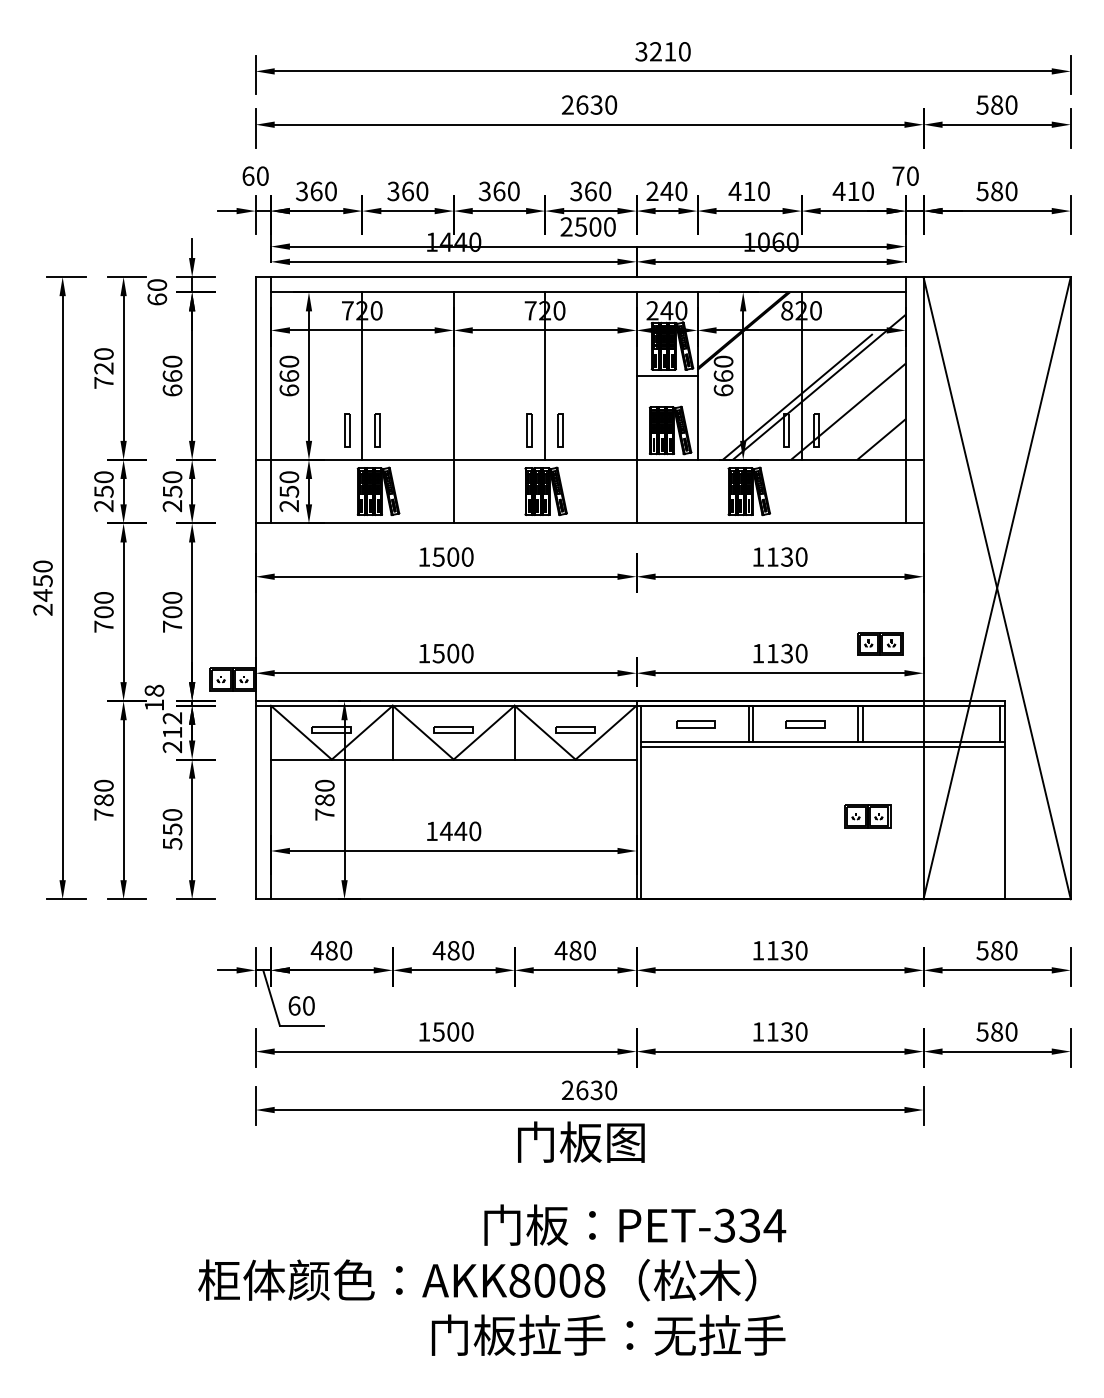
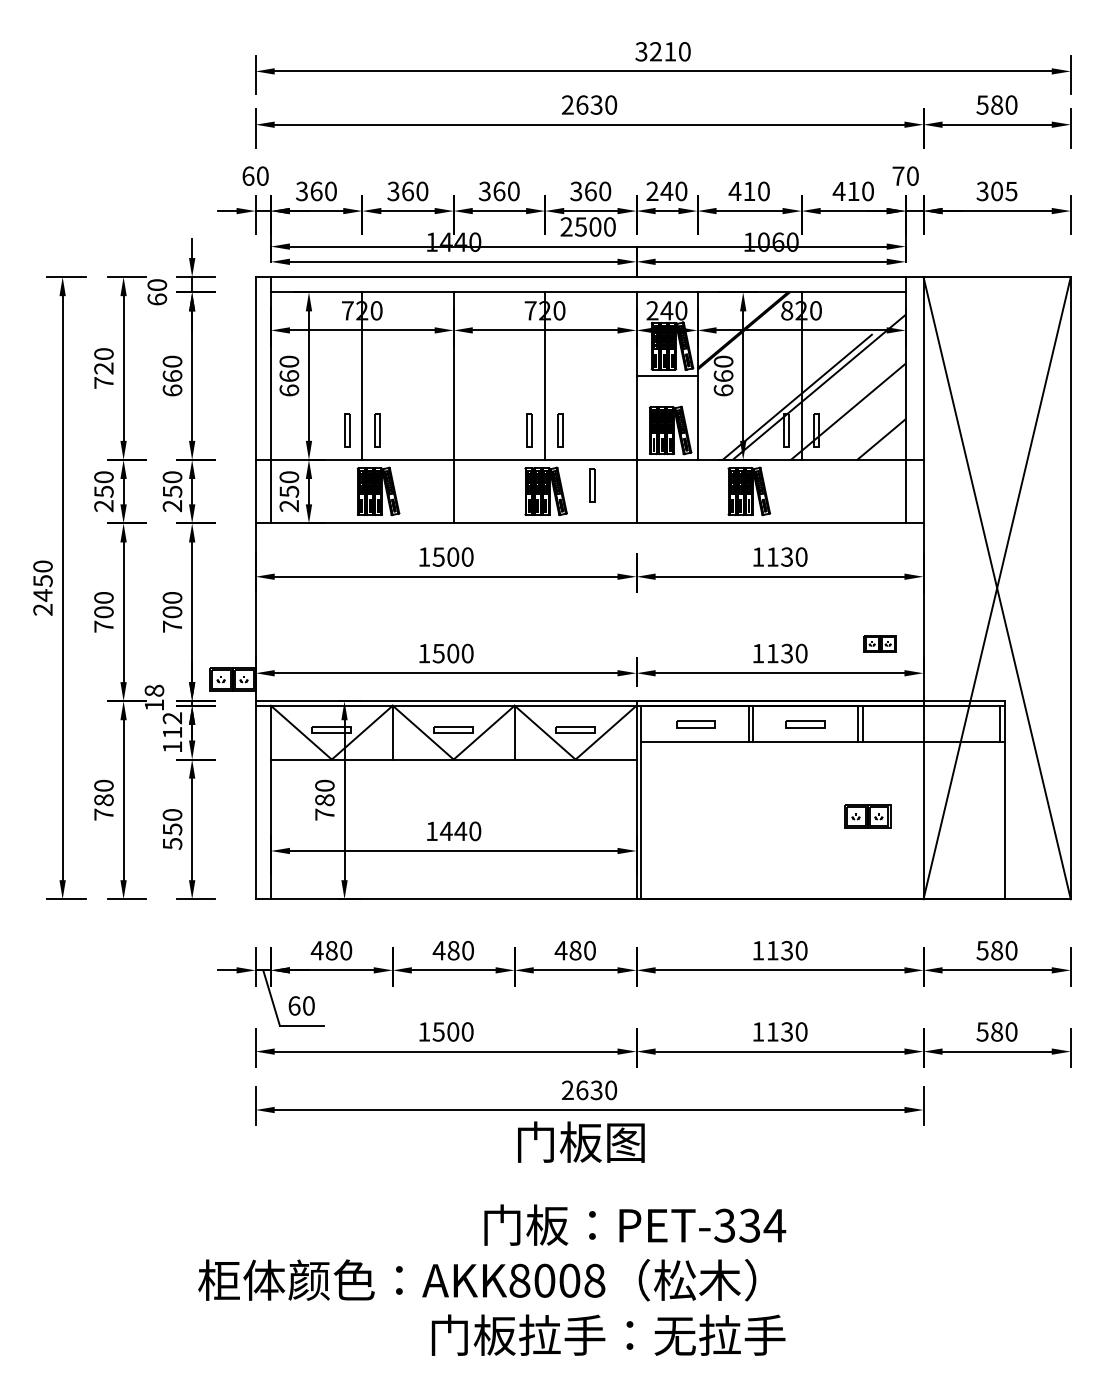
text at (997, 191): 580 -> 305
part at (592, 485): none -> present
part at (880, 643) size: 47x24 px -> 34x18 px
line at (822, 746): present -> none
text at (171, 747): 212 -> 112
